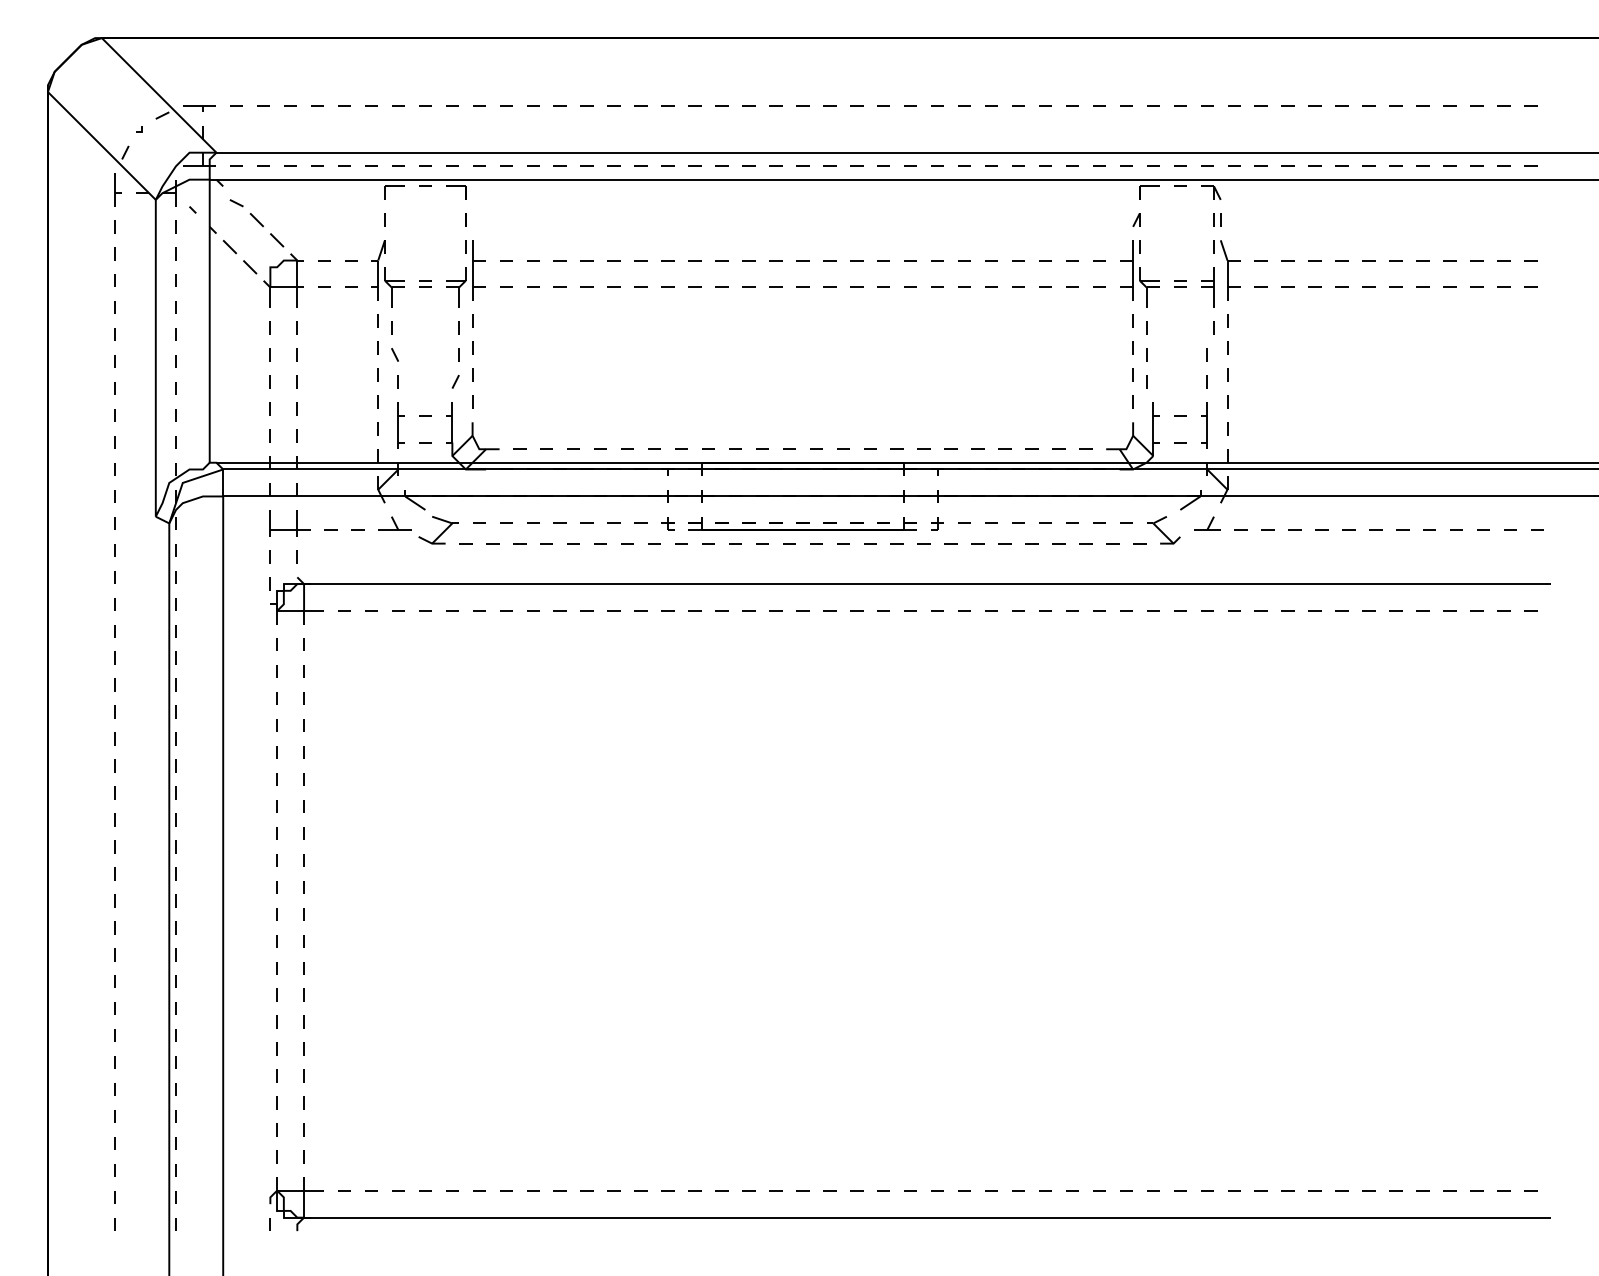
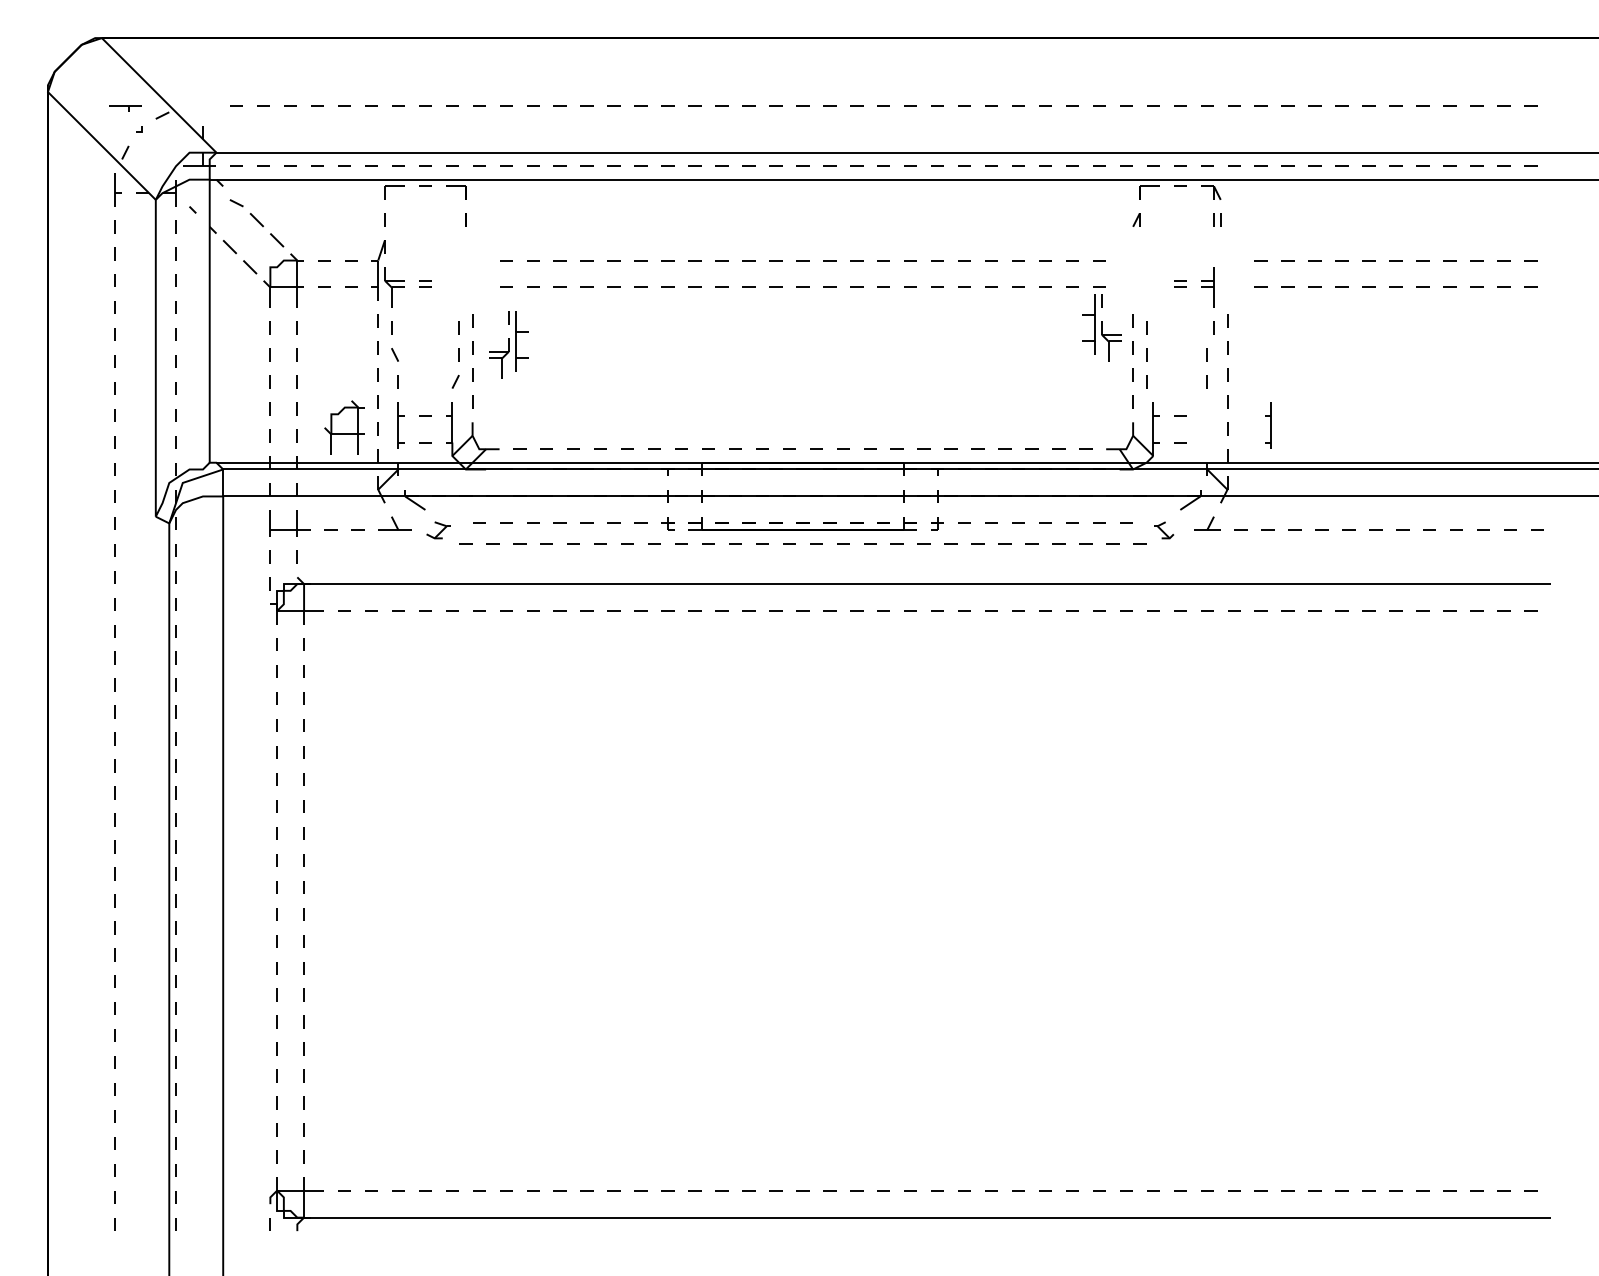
part at (199, 108) position: (199, 108) -> (125, 108)
part at (1226, 270): present -> none
part at (465, 273) position: (465, 273) -> (508, 344)
part at (1139, 273) position: (1139, 273) -> (1101, 327)
part at (1204, 425) position: (1204, 425) -> (1268, 425)
part at (344, 427): none -> present
part at (438, 530) size: 41x29 px -> 25x19 px
part at (1163, 530) size: 34x29 px -> 21x19 px
